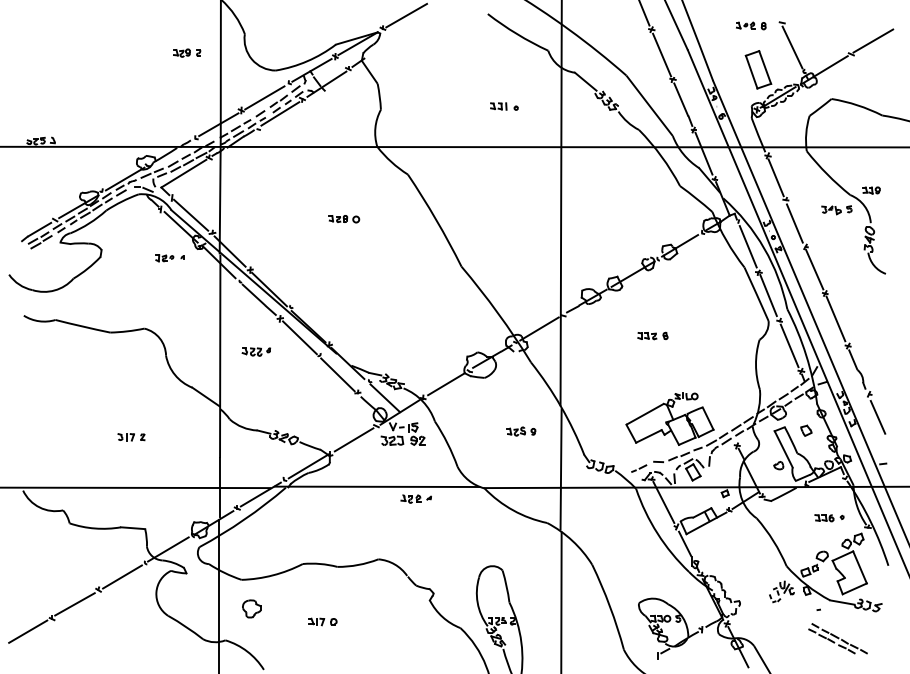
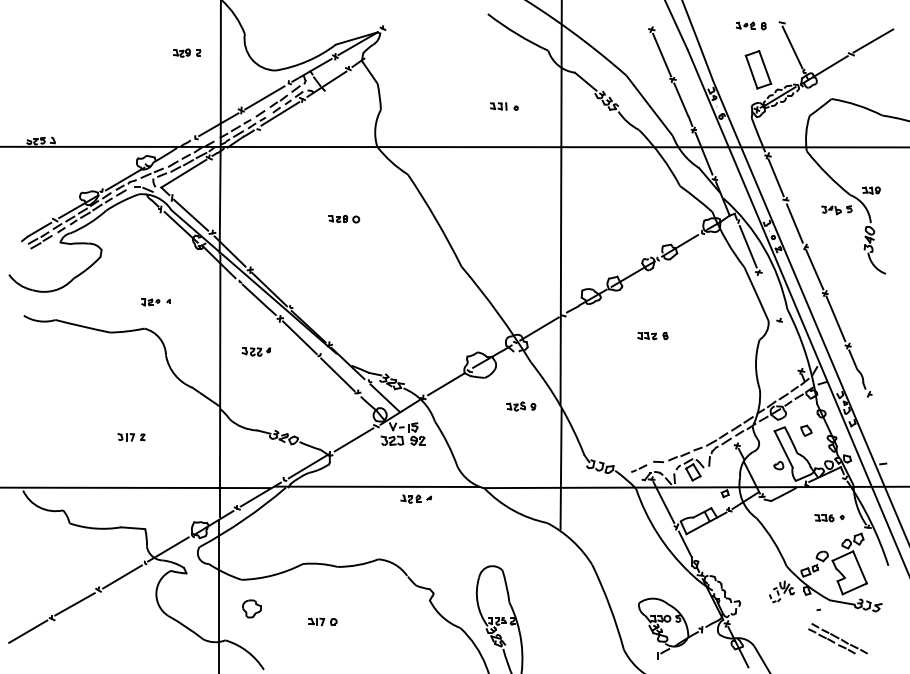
line at (644, 13): present -> none
line at (406, 15): present -> none
part at (169, 258) position: (169, 258) -> (155, 302)
line at (768, 295): present -> none
line at (789, 345): present -> none
line at (877, 416): present -> none
part at (669, 418): present -> none
part at (521, 431) position: (521, 431) -> (521, 406)
line at (561, 601): present -> none
